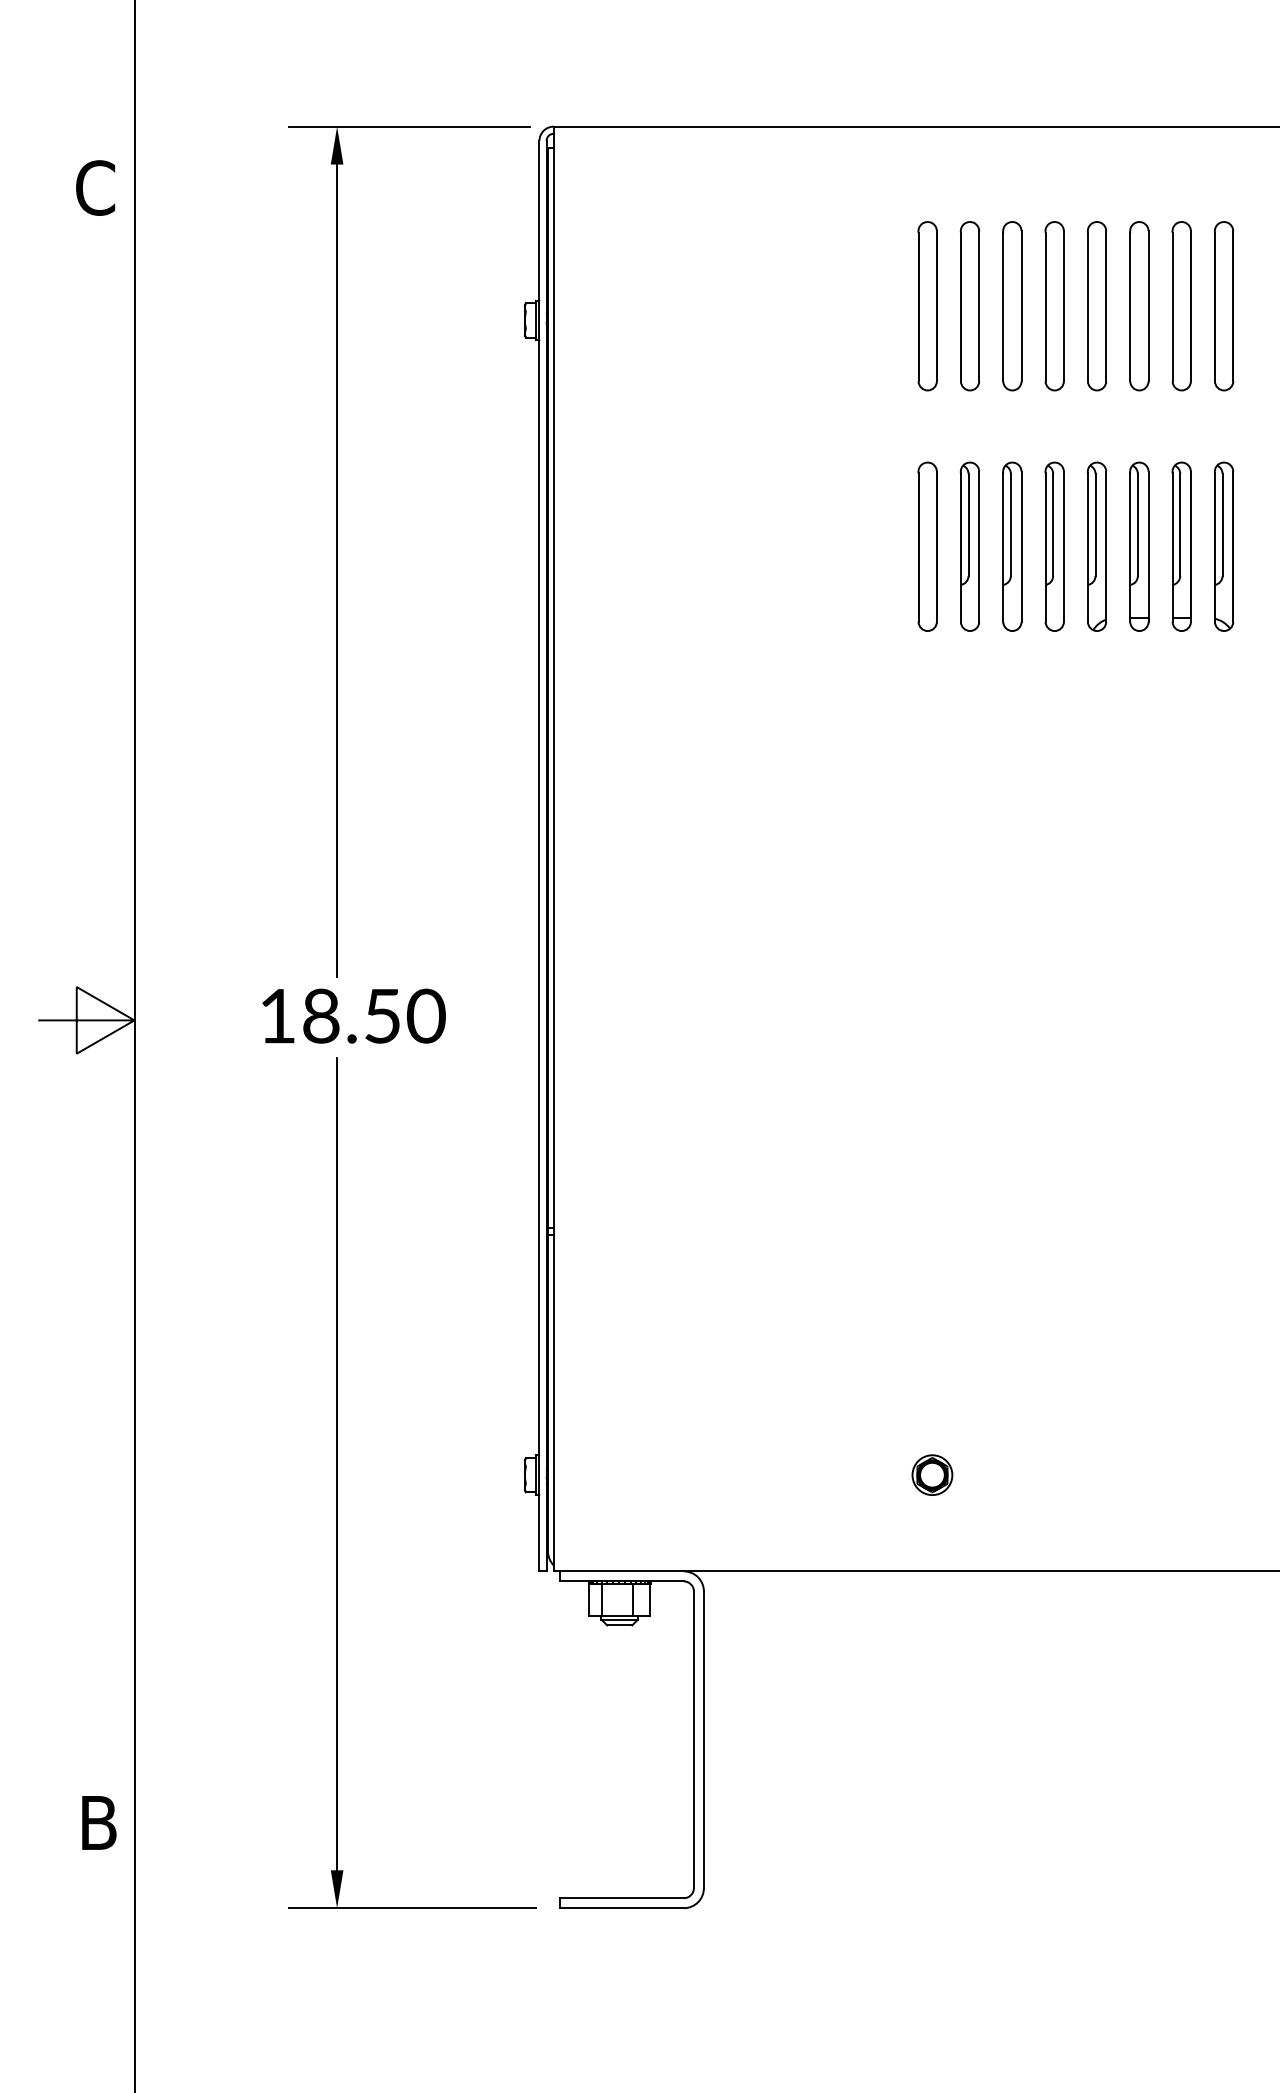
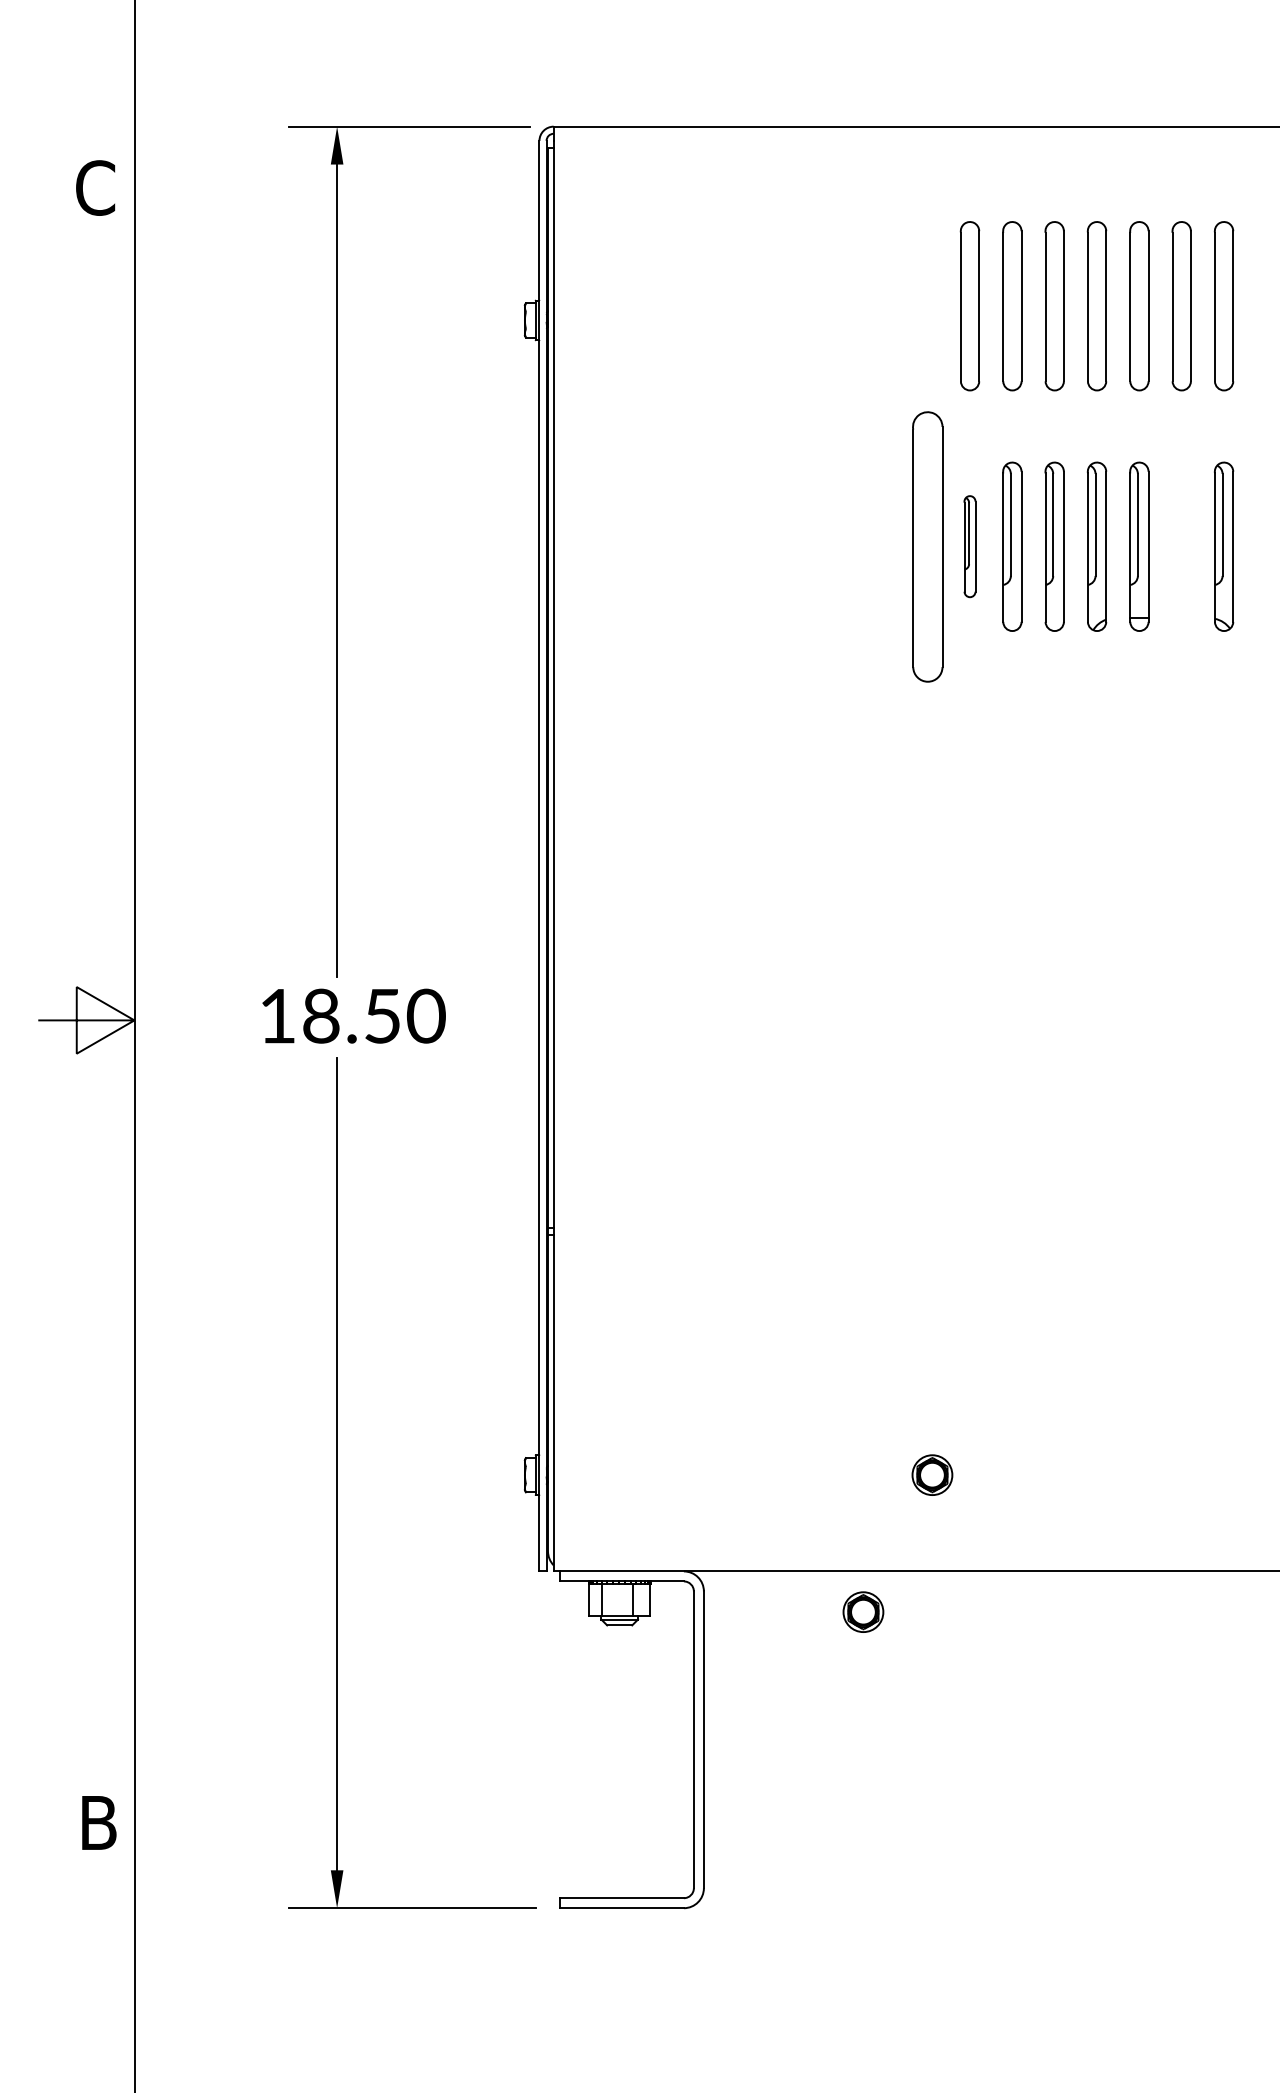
part at (927, 306): present -> none
part at (927, 546) size: 21x171 px -> 32x272 px
part at (969, 546) size: 22x171 px -> 14x104 px
part at (1181, 546): present -> none
part at (863, 1611): none -> present
